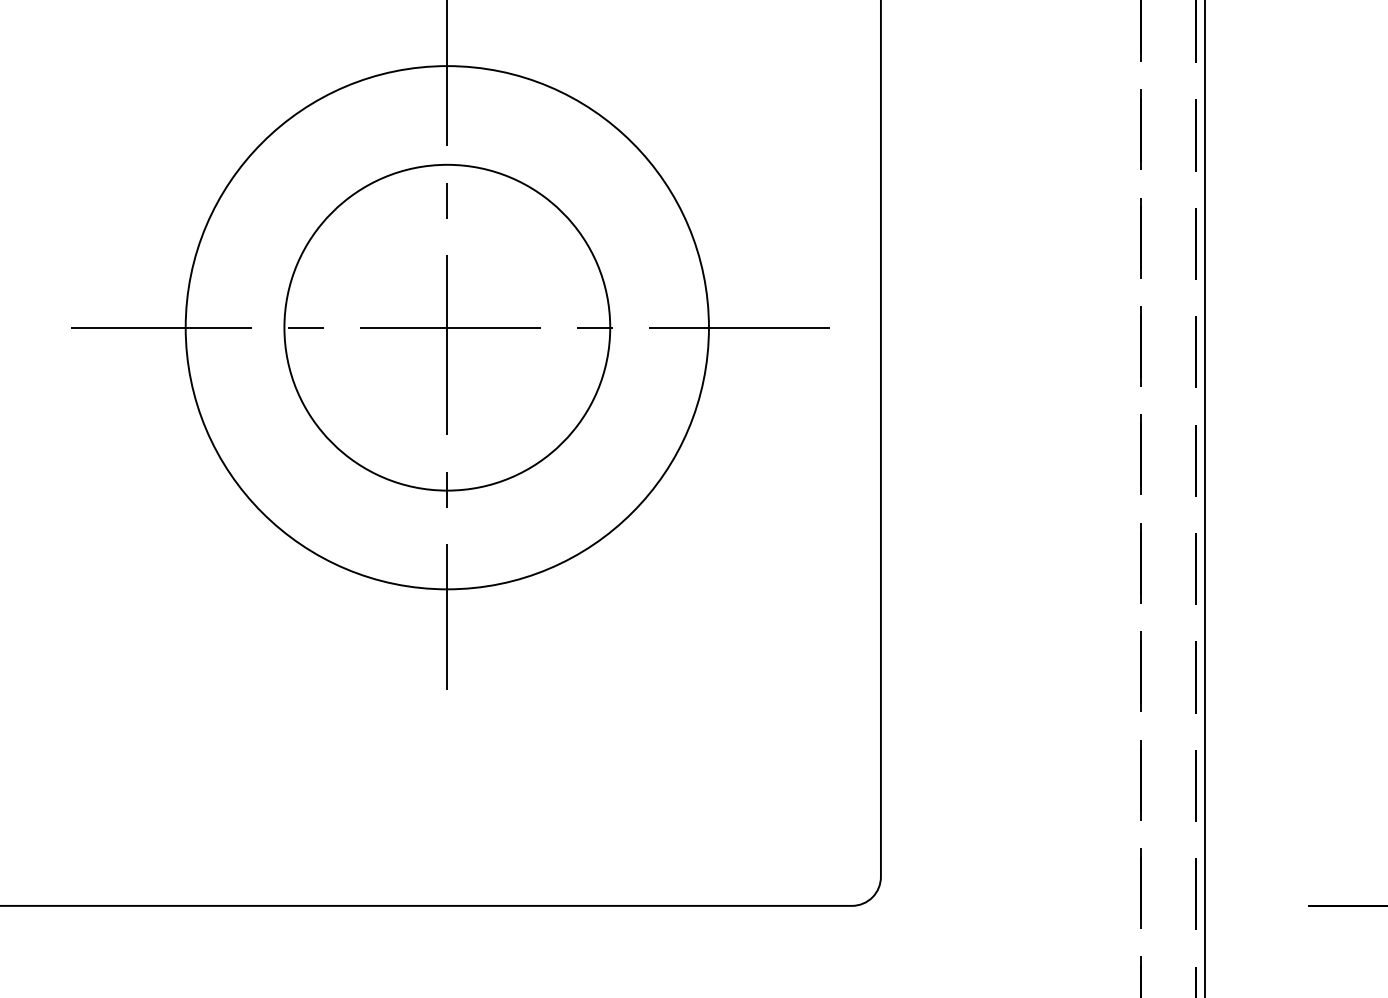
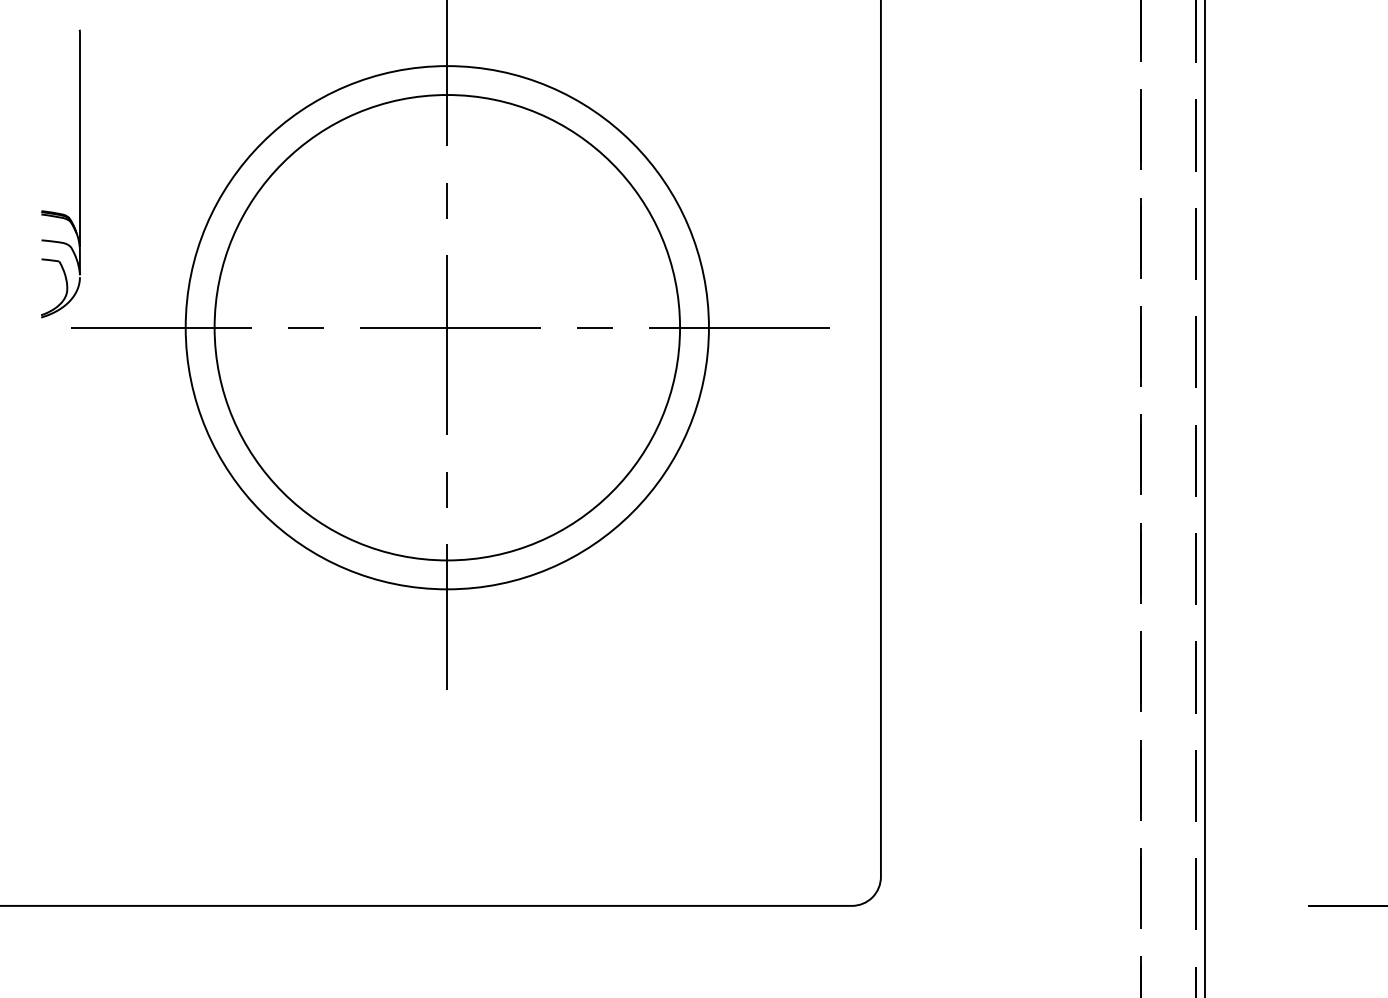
part at (79, 173): none -> present
circle at (447, 327) diameter: 326 px -> 465 px
